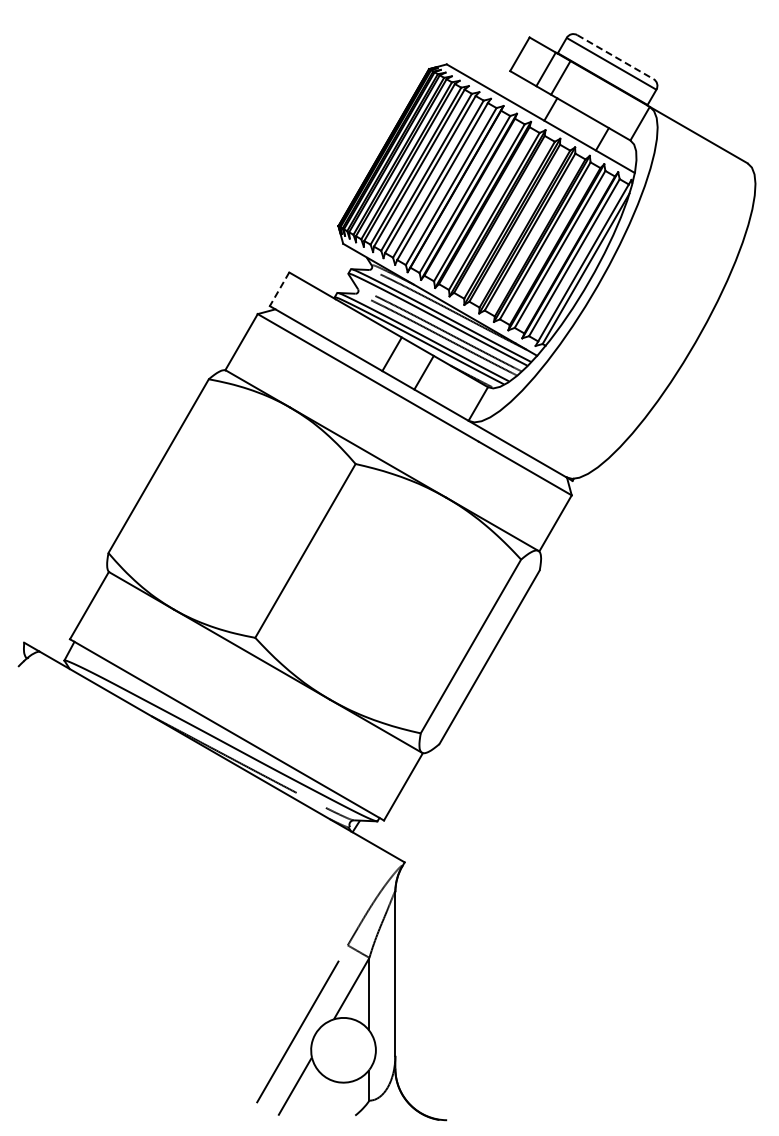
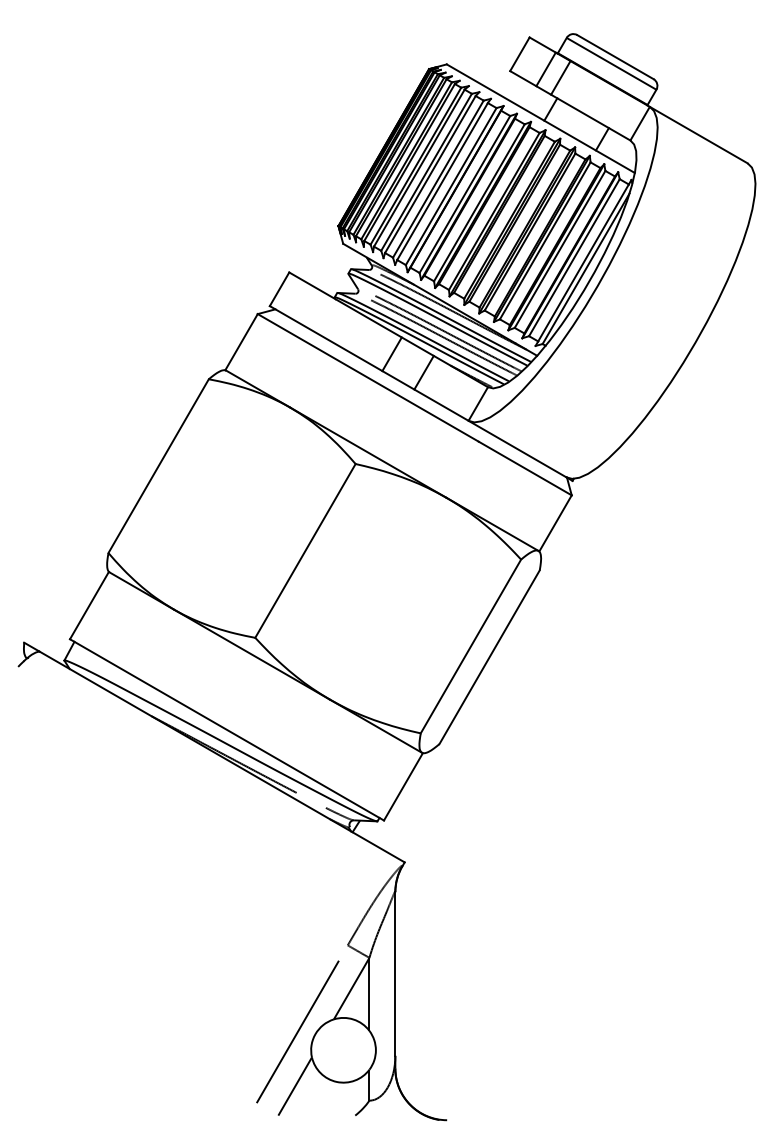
line at (615, 57): dashed -> solid
line at (279, 289): dashed -> solid
